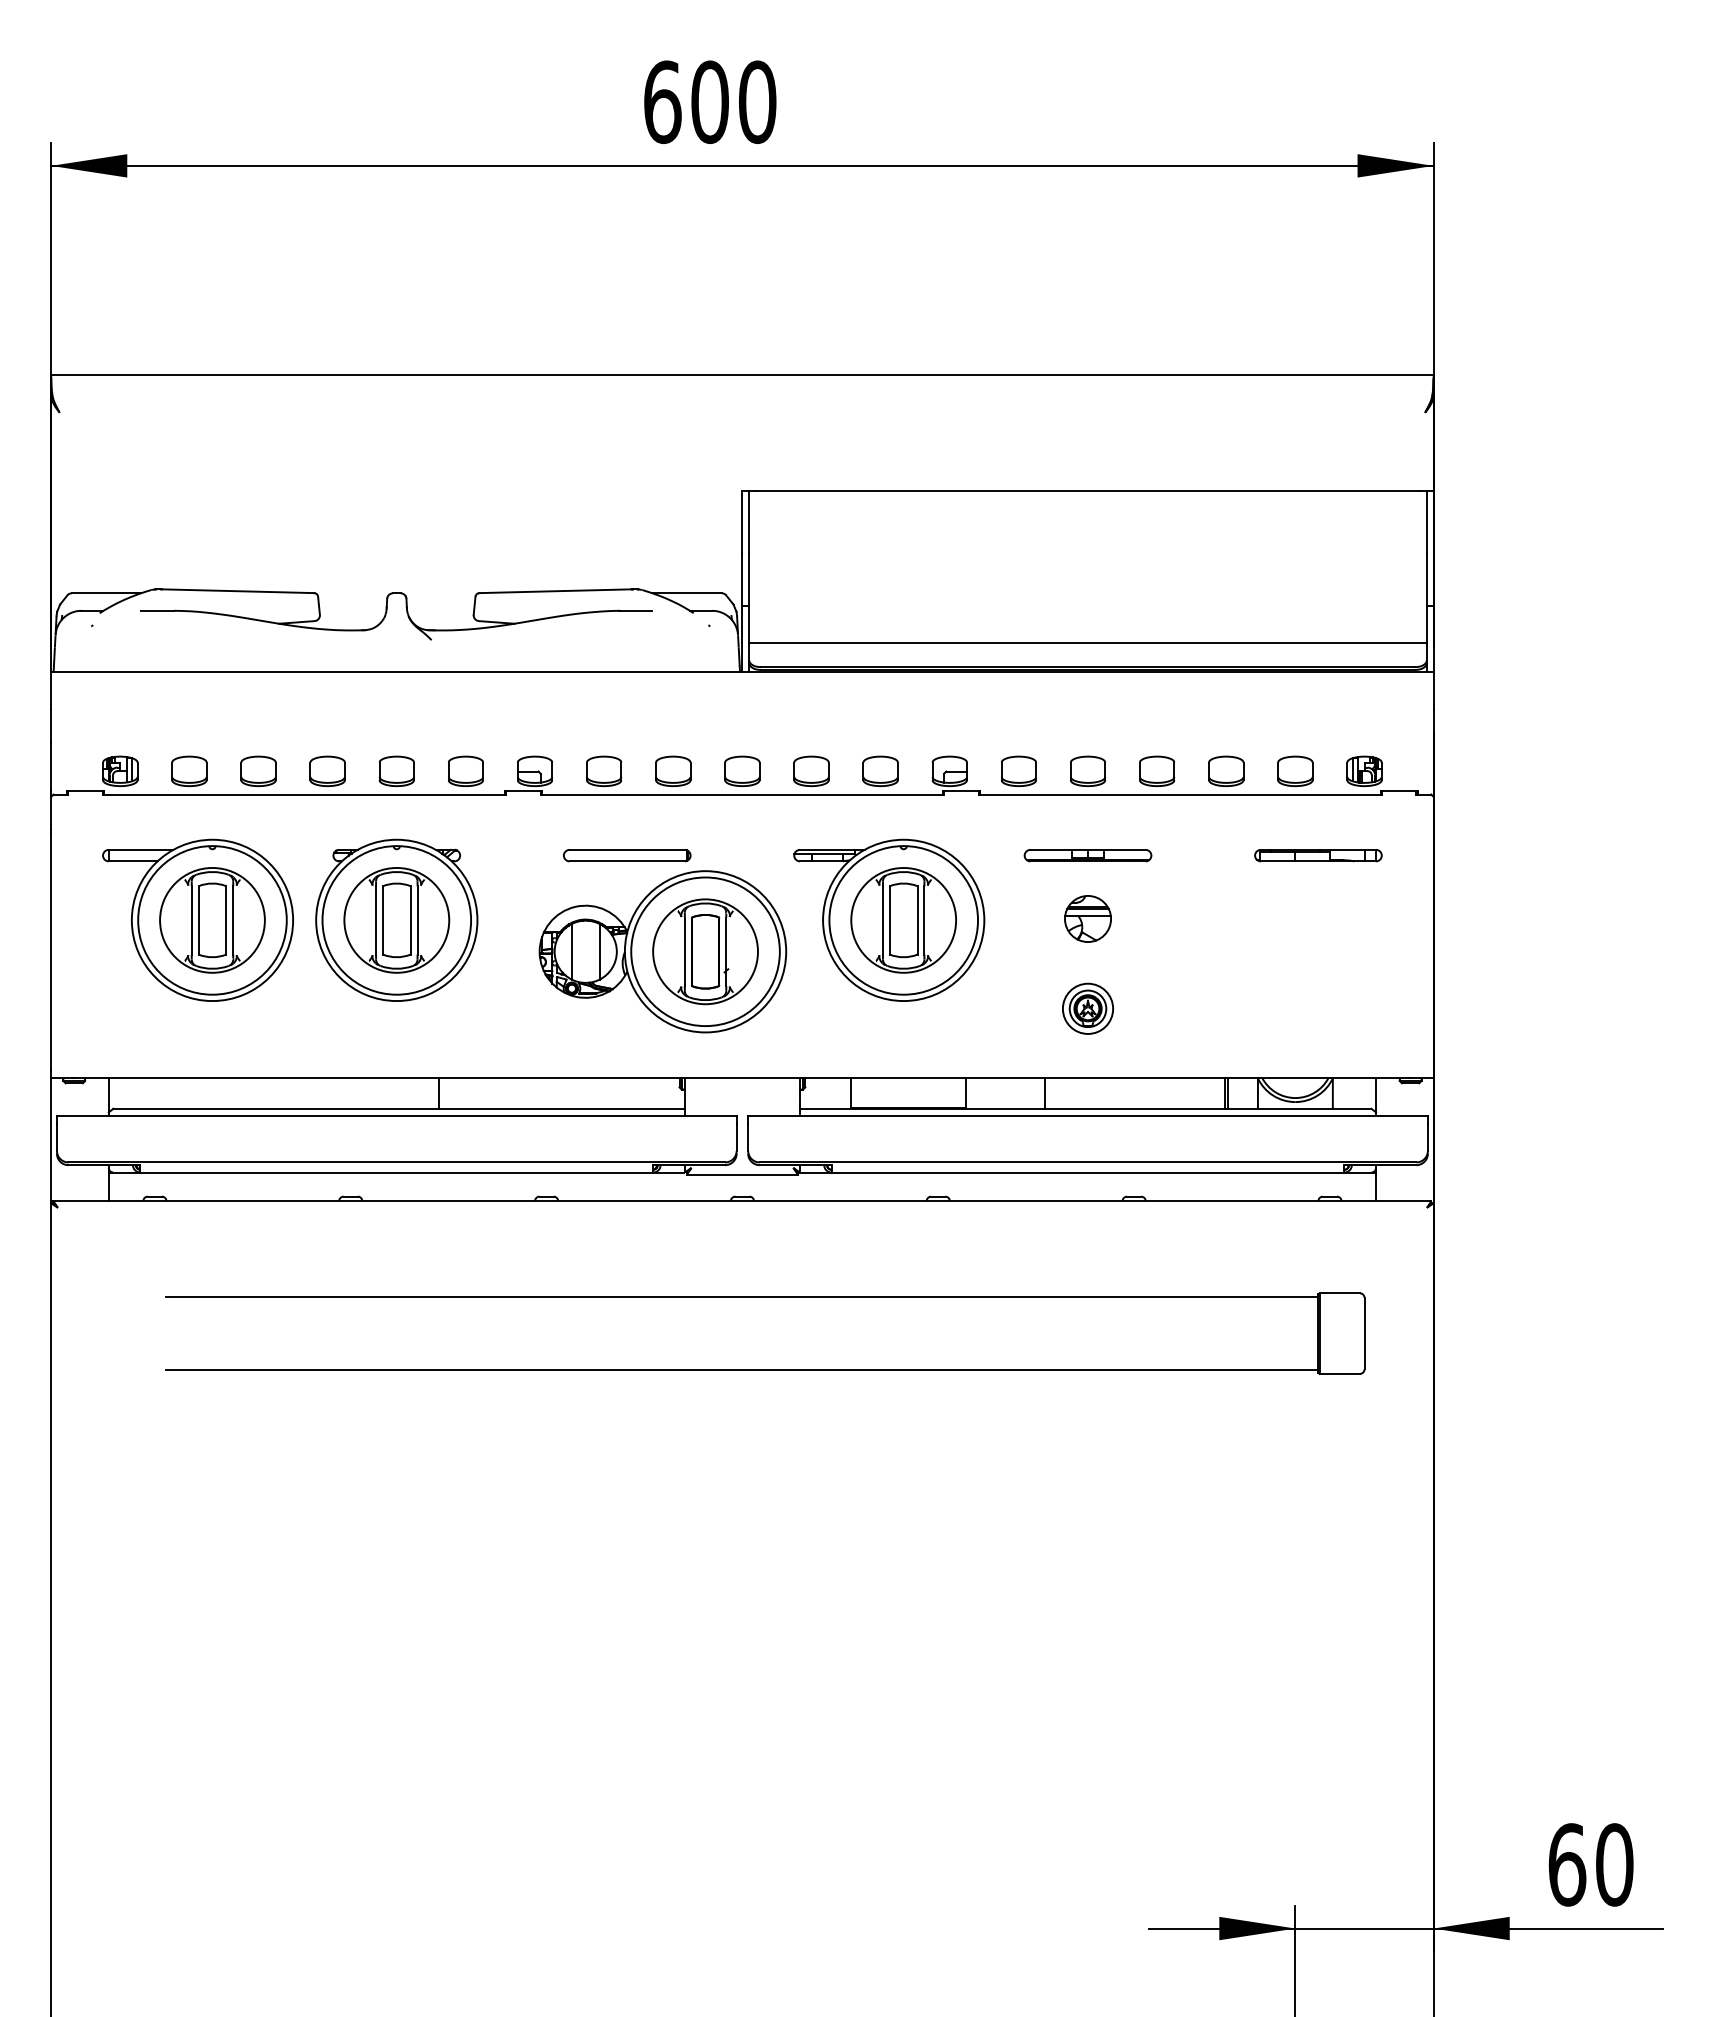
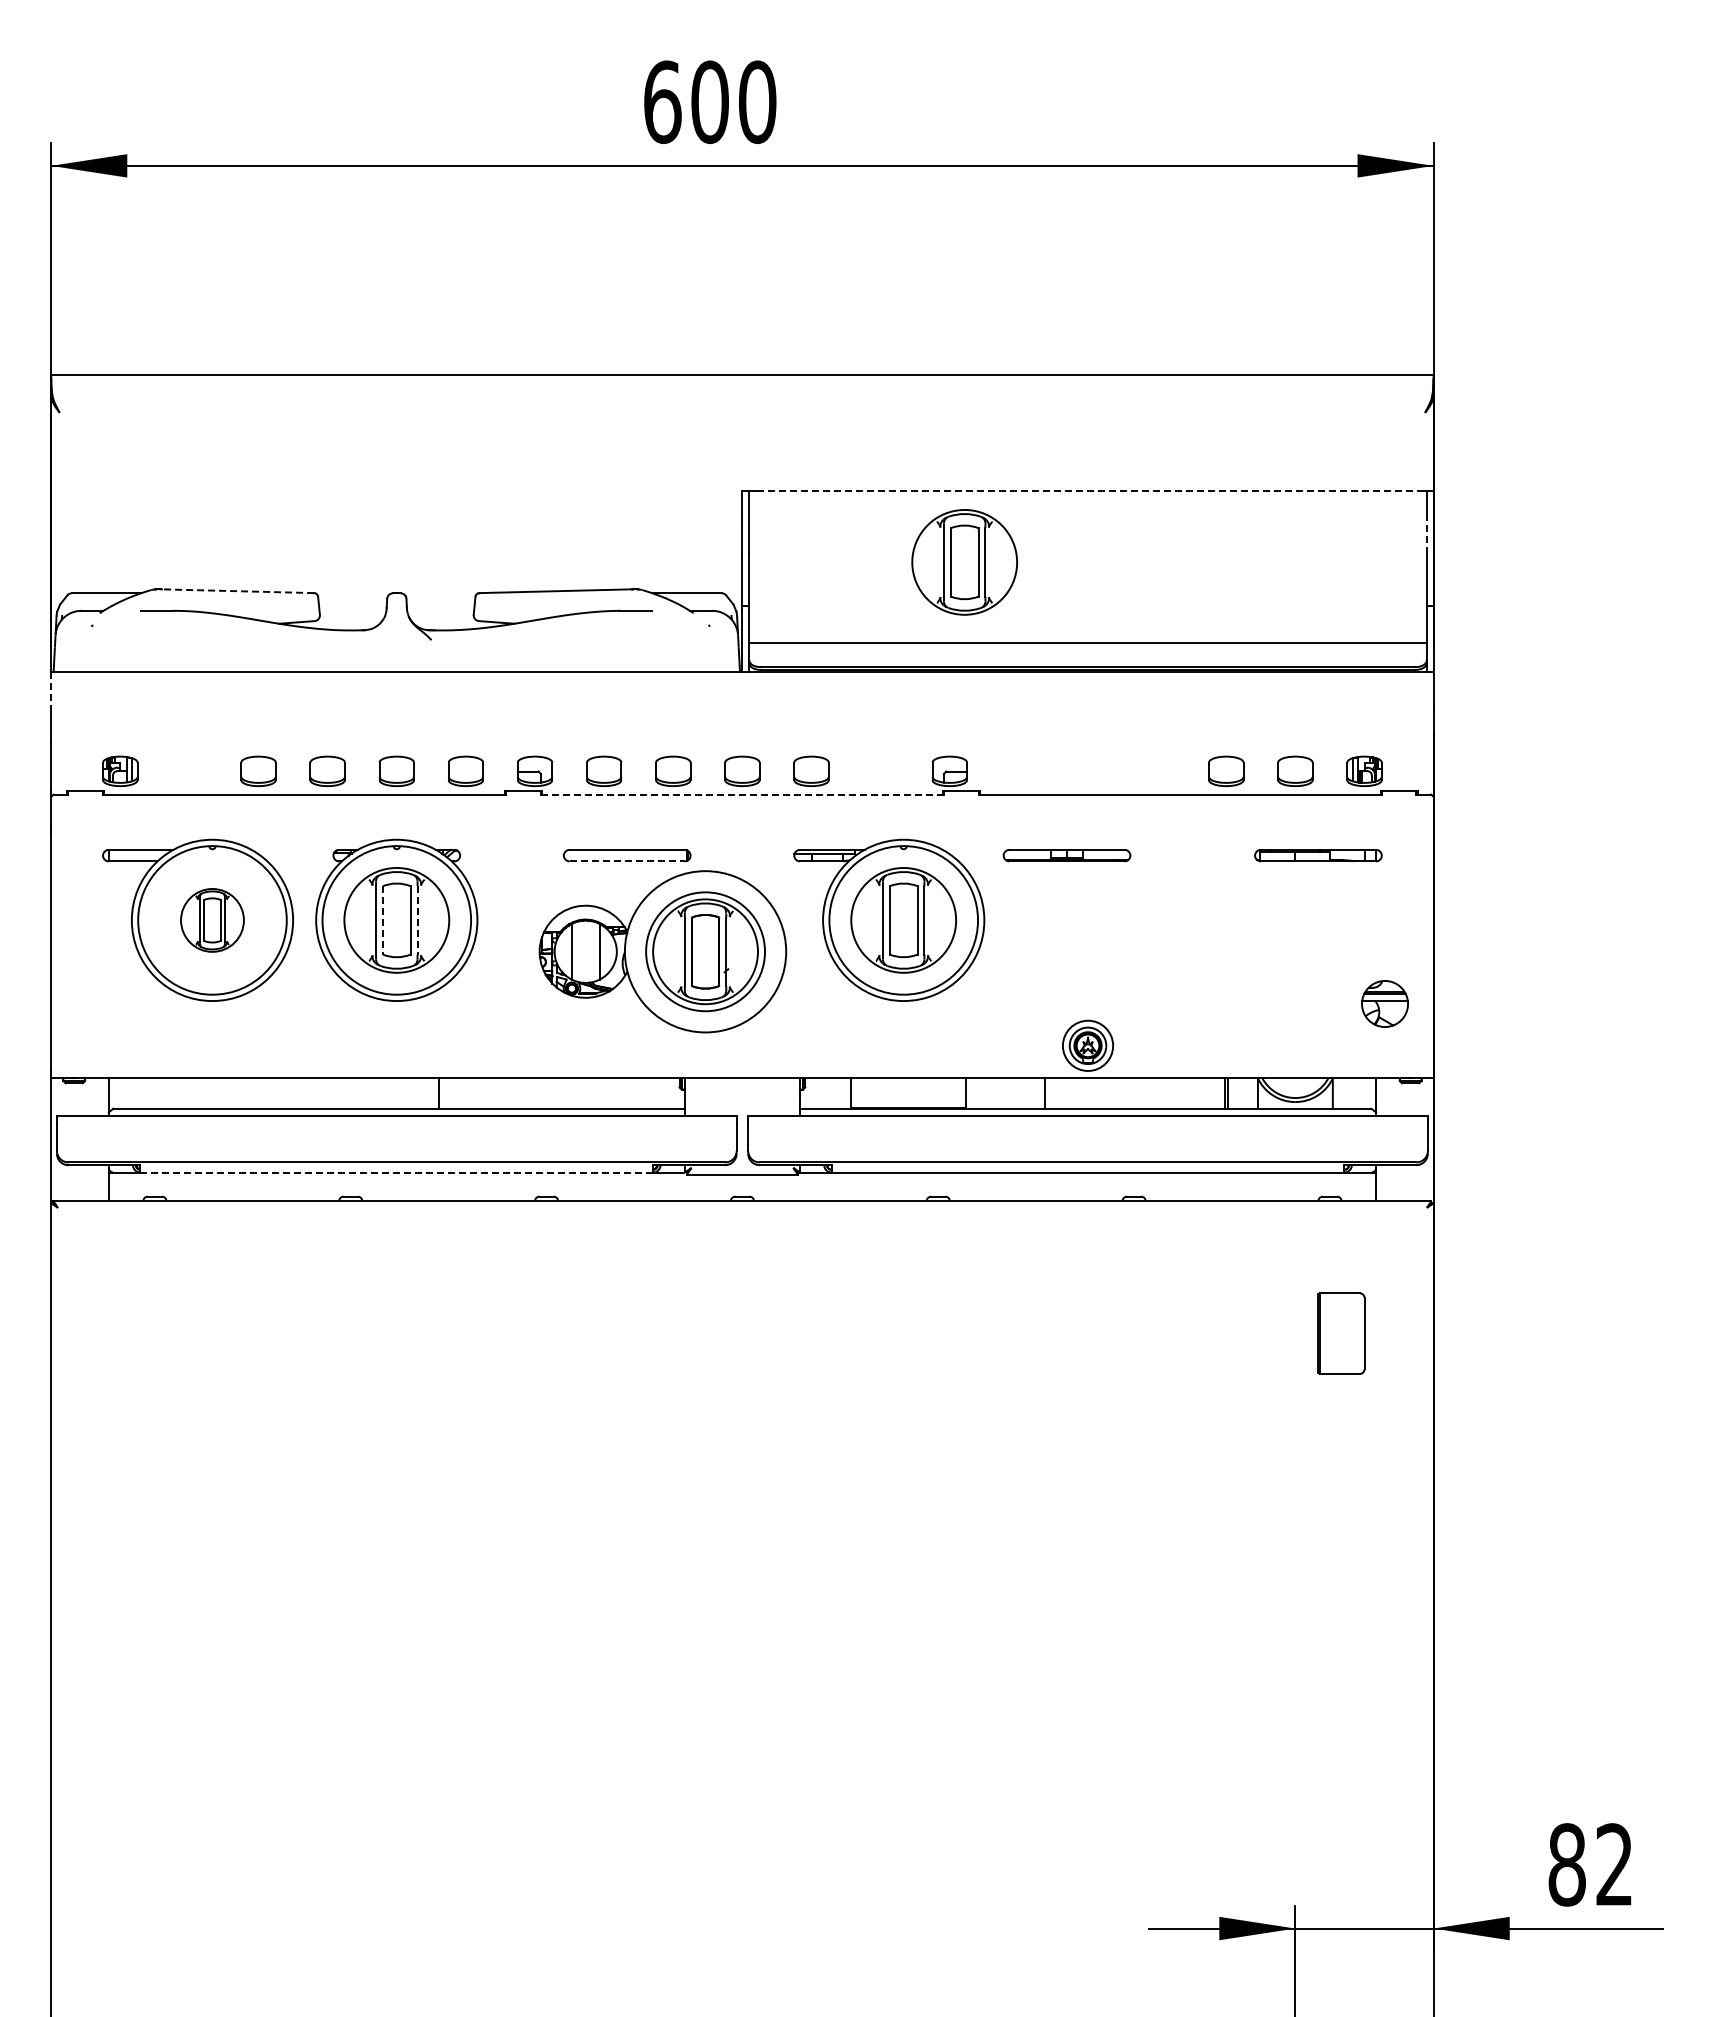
line at (1088, 490): solid -> dashed
line at (1426, 536): solid -> dashed
part at (964, 562): none -> present
line at (237, 591): solid -> dashed
line at (51, 690): solid -> dashed
part at (189, 770): present -> none
part at (880, 770): present -> none
part at (1018, 770): present -> none
part at (1087, 770): present -> none
part at (1157, 770): present -> none
line at (742, 794): solid -> dashed
part at (1087, 855) position: (1087, 855) -> (1066, 855)
line at (627, 861): solid -> dashed
part at (1087, 918) position: (1087, 918) -> (1384, 1003)
part at (212, 920) size: 107x107 px -> 65x65 px
line at (382, 920): solid -> dashed
line at (417, 920): solid -> dashed
circle at (705, 951) diameter: 149 px -> 119 px
part at (1087, 1008) position: (1087, 1008) -> (1087, 1045)
line at (397, 1172): solid -> dashed
line at (742, 1297): present -> none
line at (742, 1370): present -> none
text at (1590, 1864): 60 -> 82
